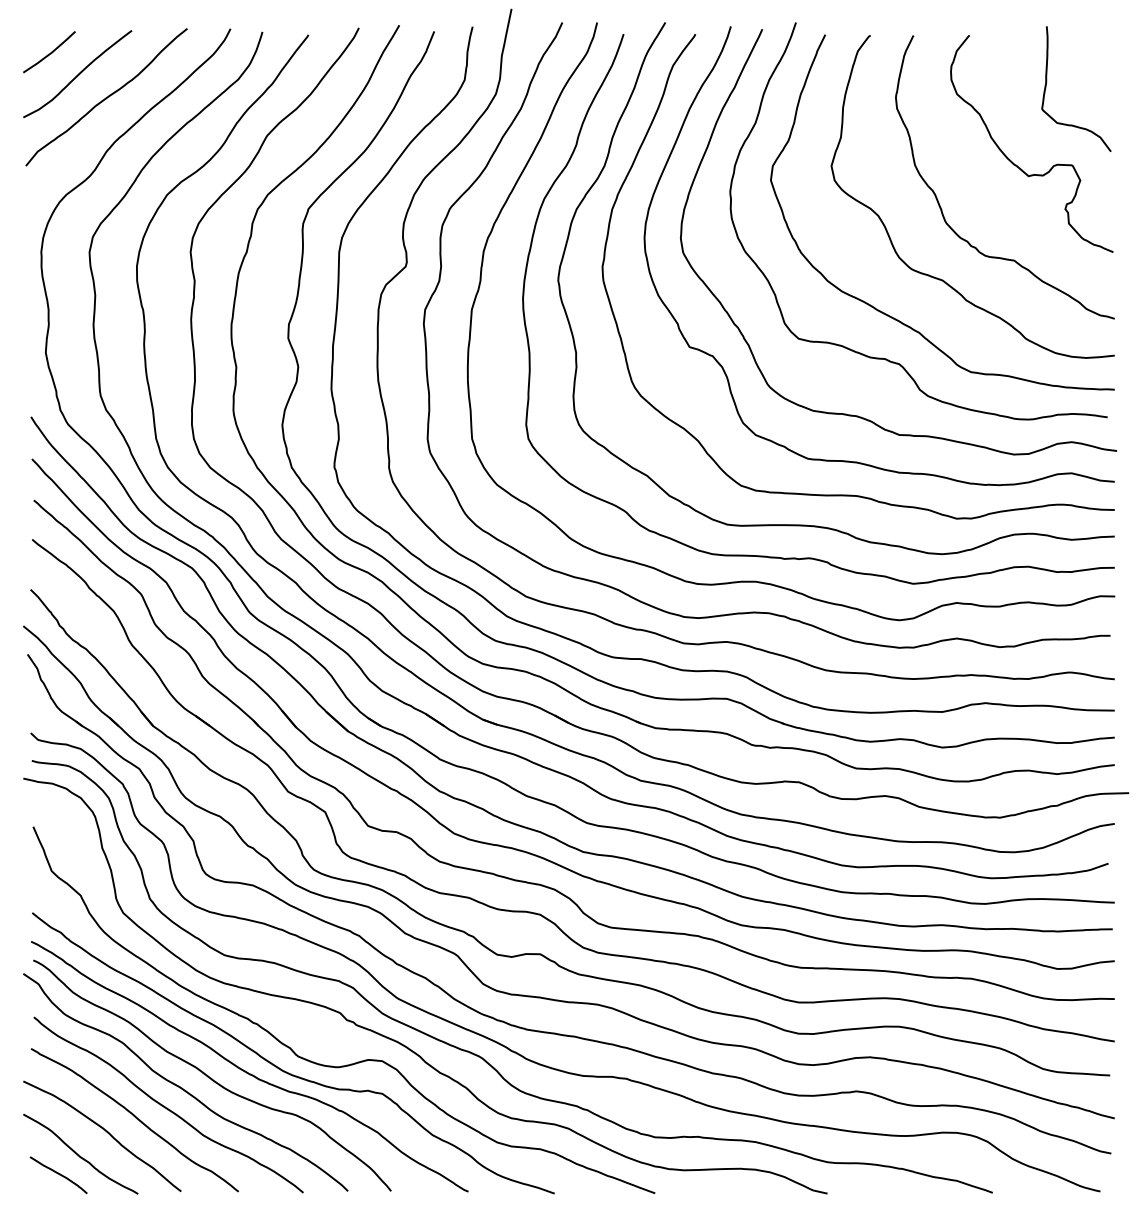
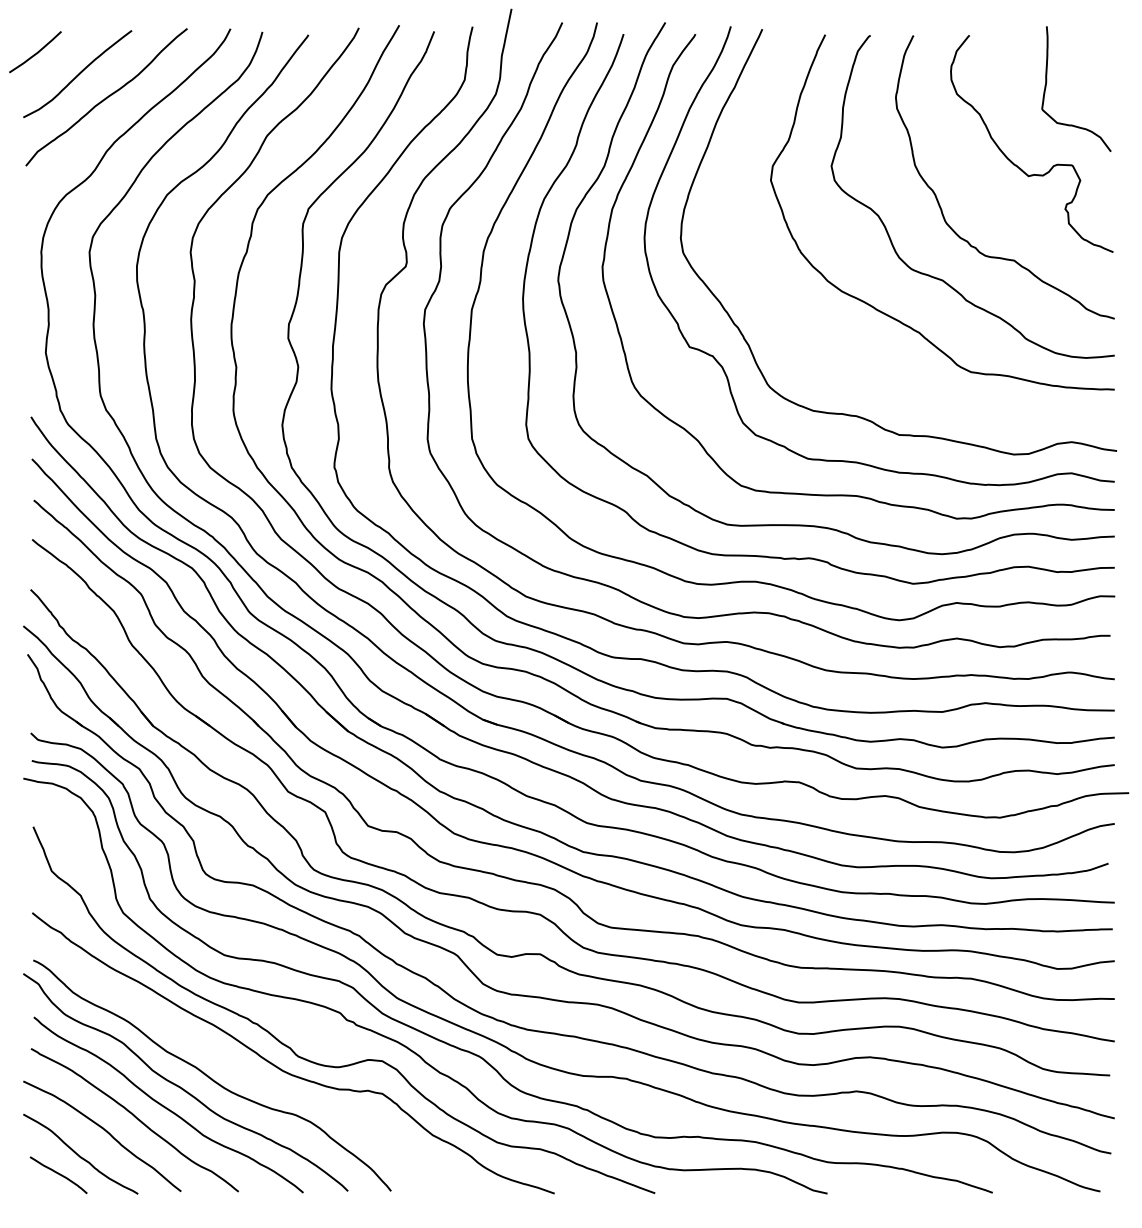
curve at (50, 52) position: (50, 52) -> (36, 52)
curve at (886, 358): present -> none
curve at (247, 1071): present -> none
